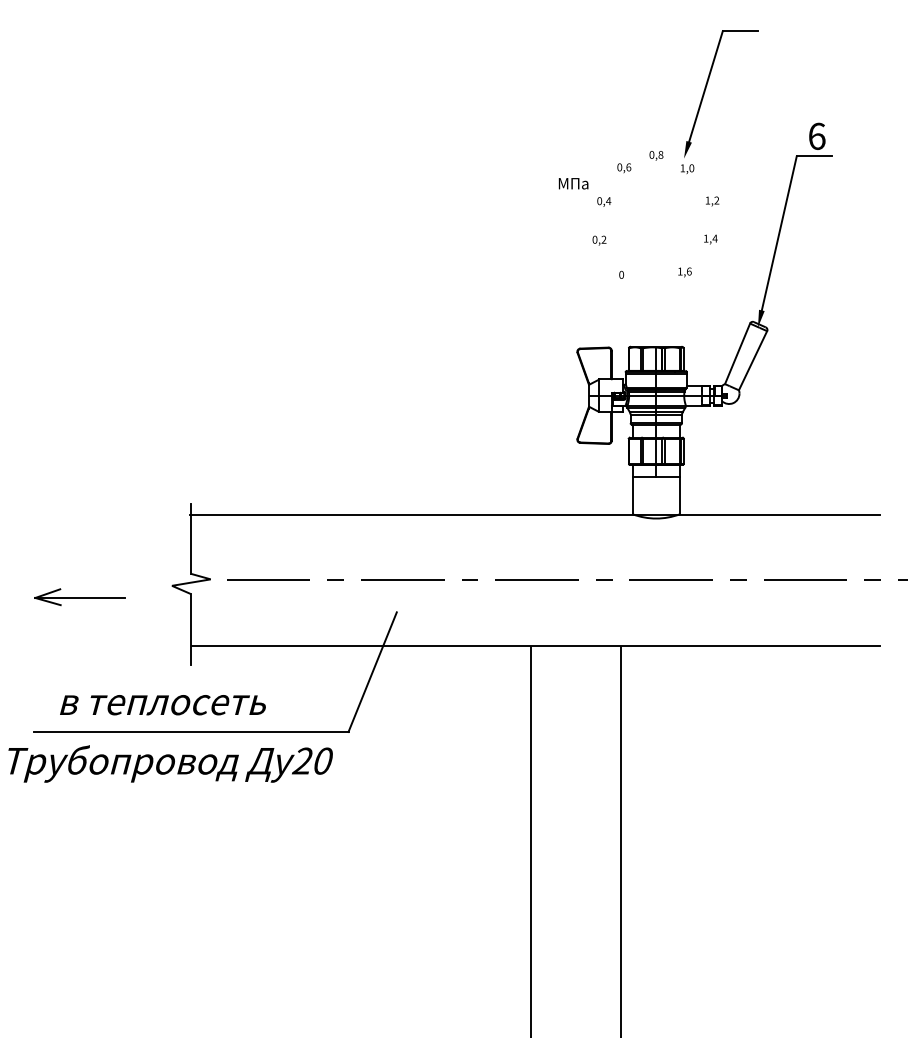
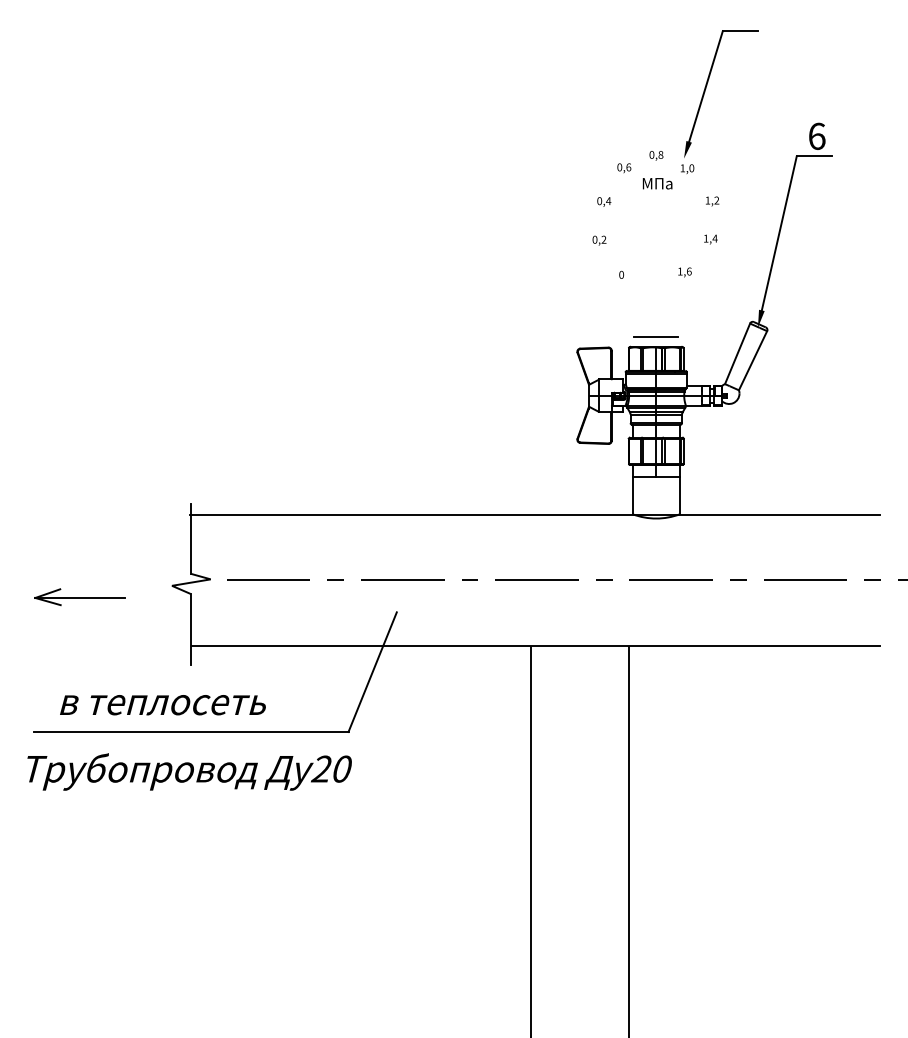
text at (573, 183) position: (573, 183) -> (657, 183)
line at (656, 337): none -> present
text at (170, 763) position: (170, 763) -> (189, 771)
line at (621, 840) position: (621, 840) -> (629, 840)
